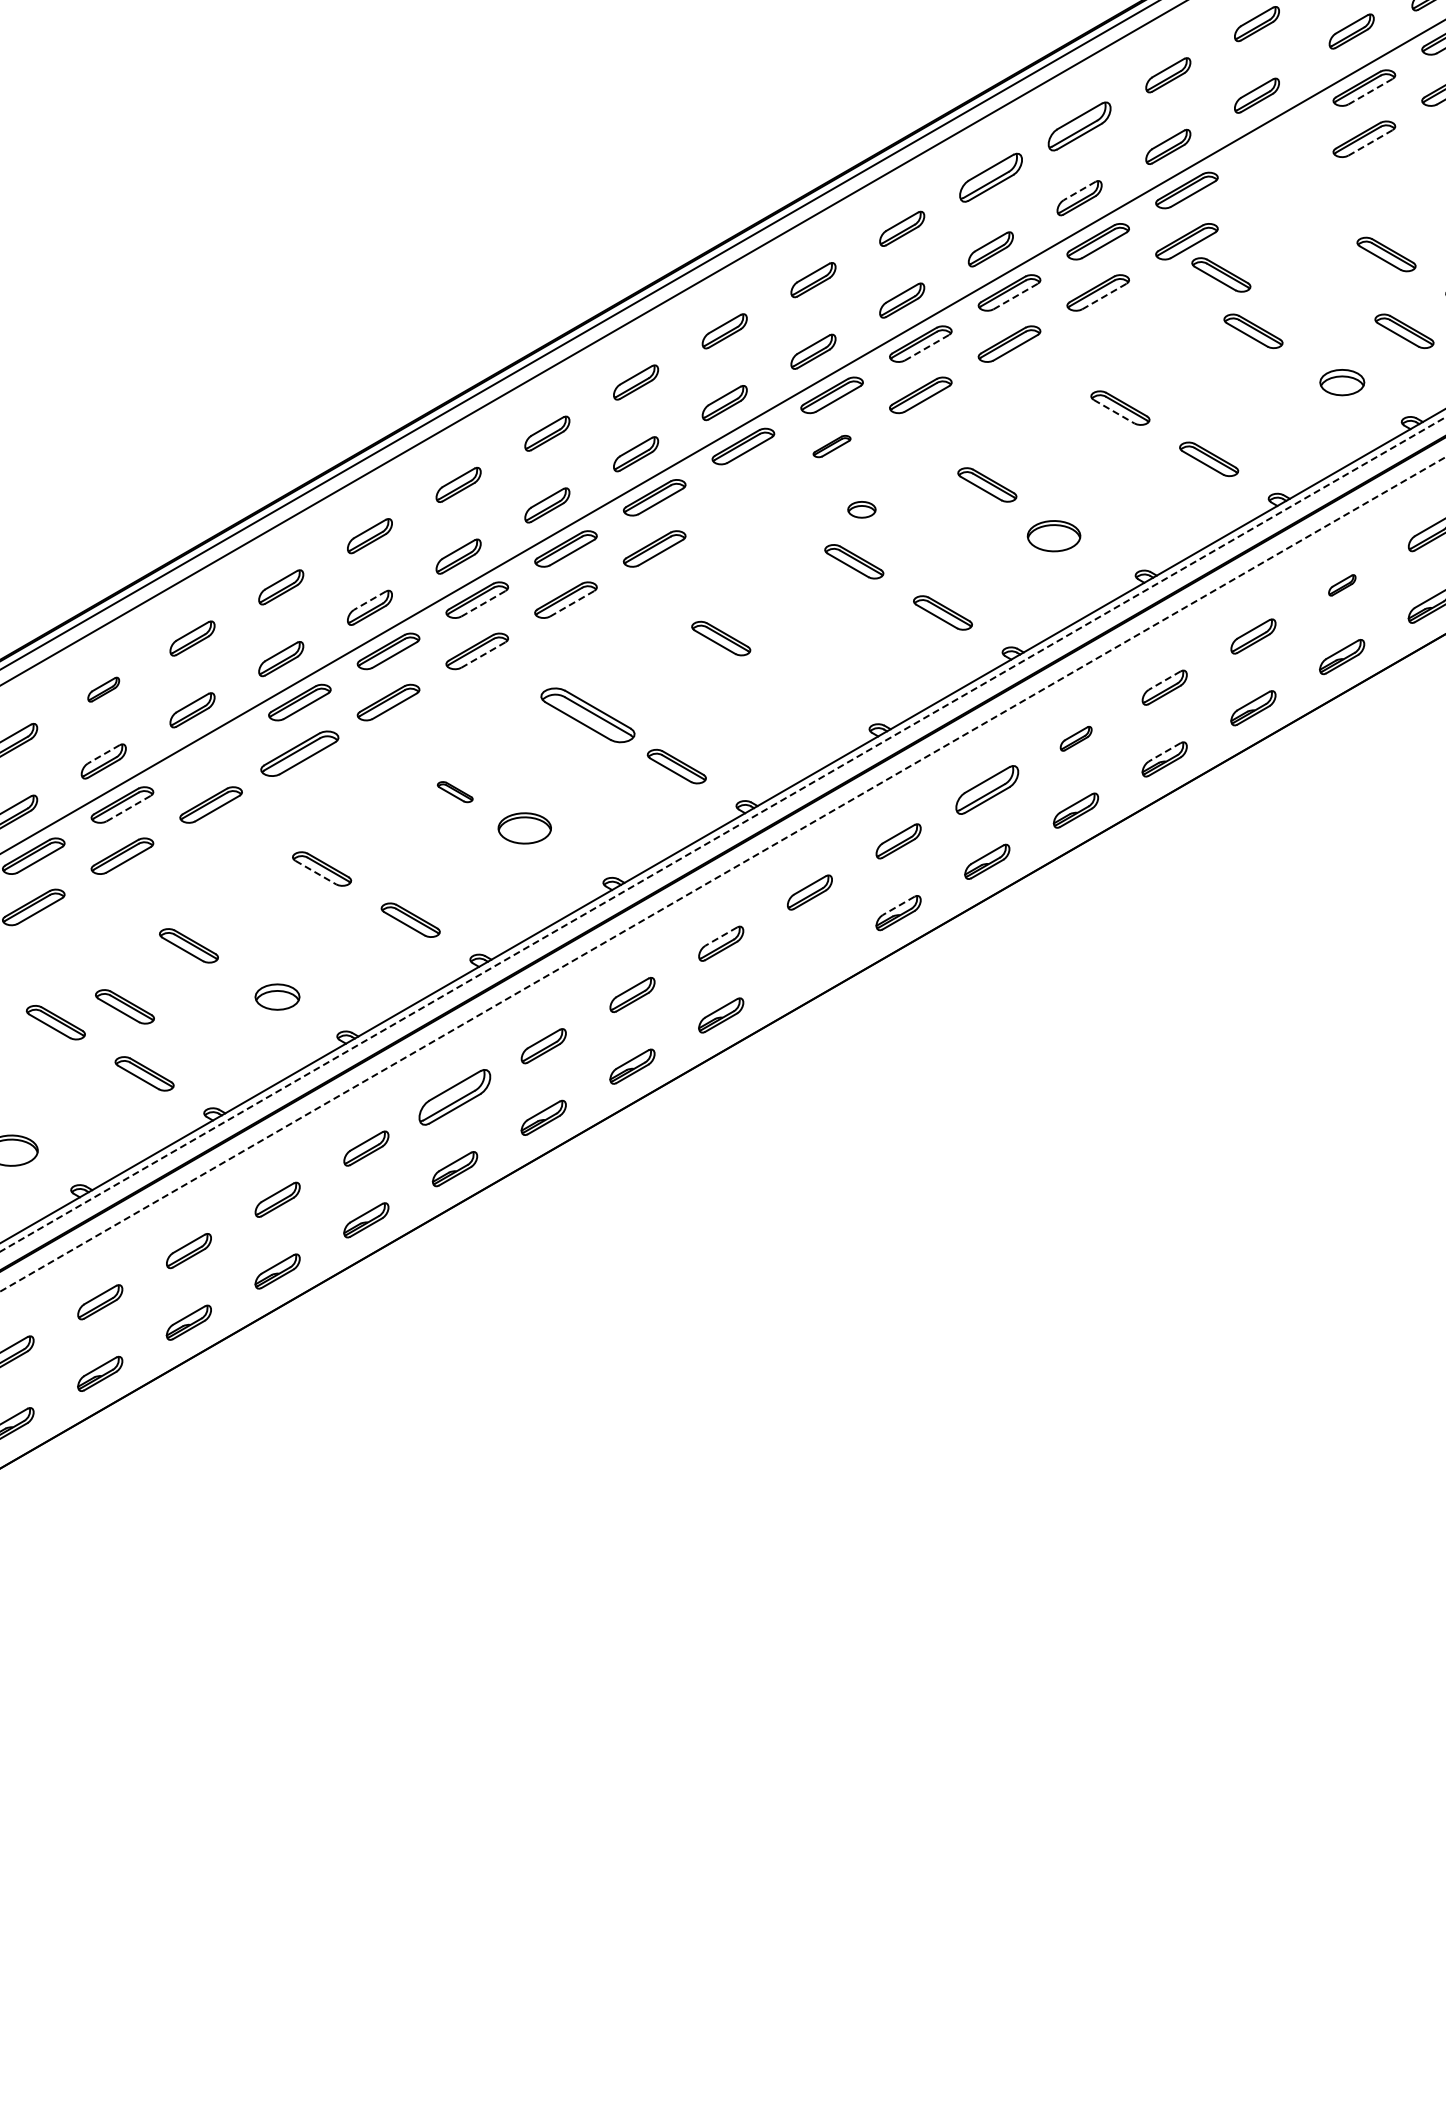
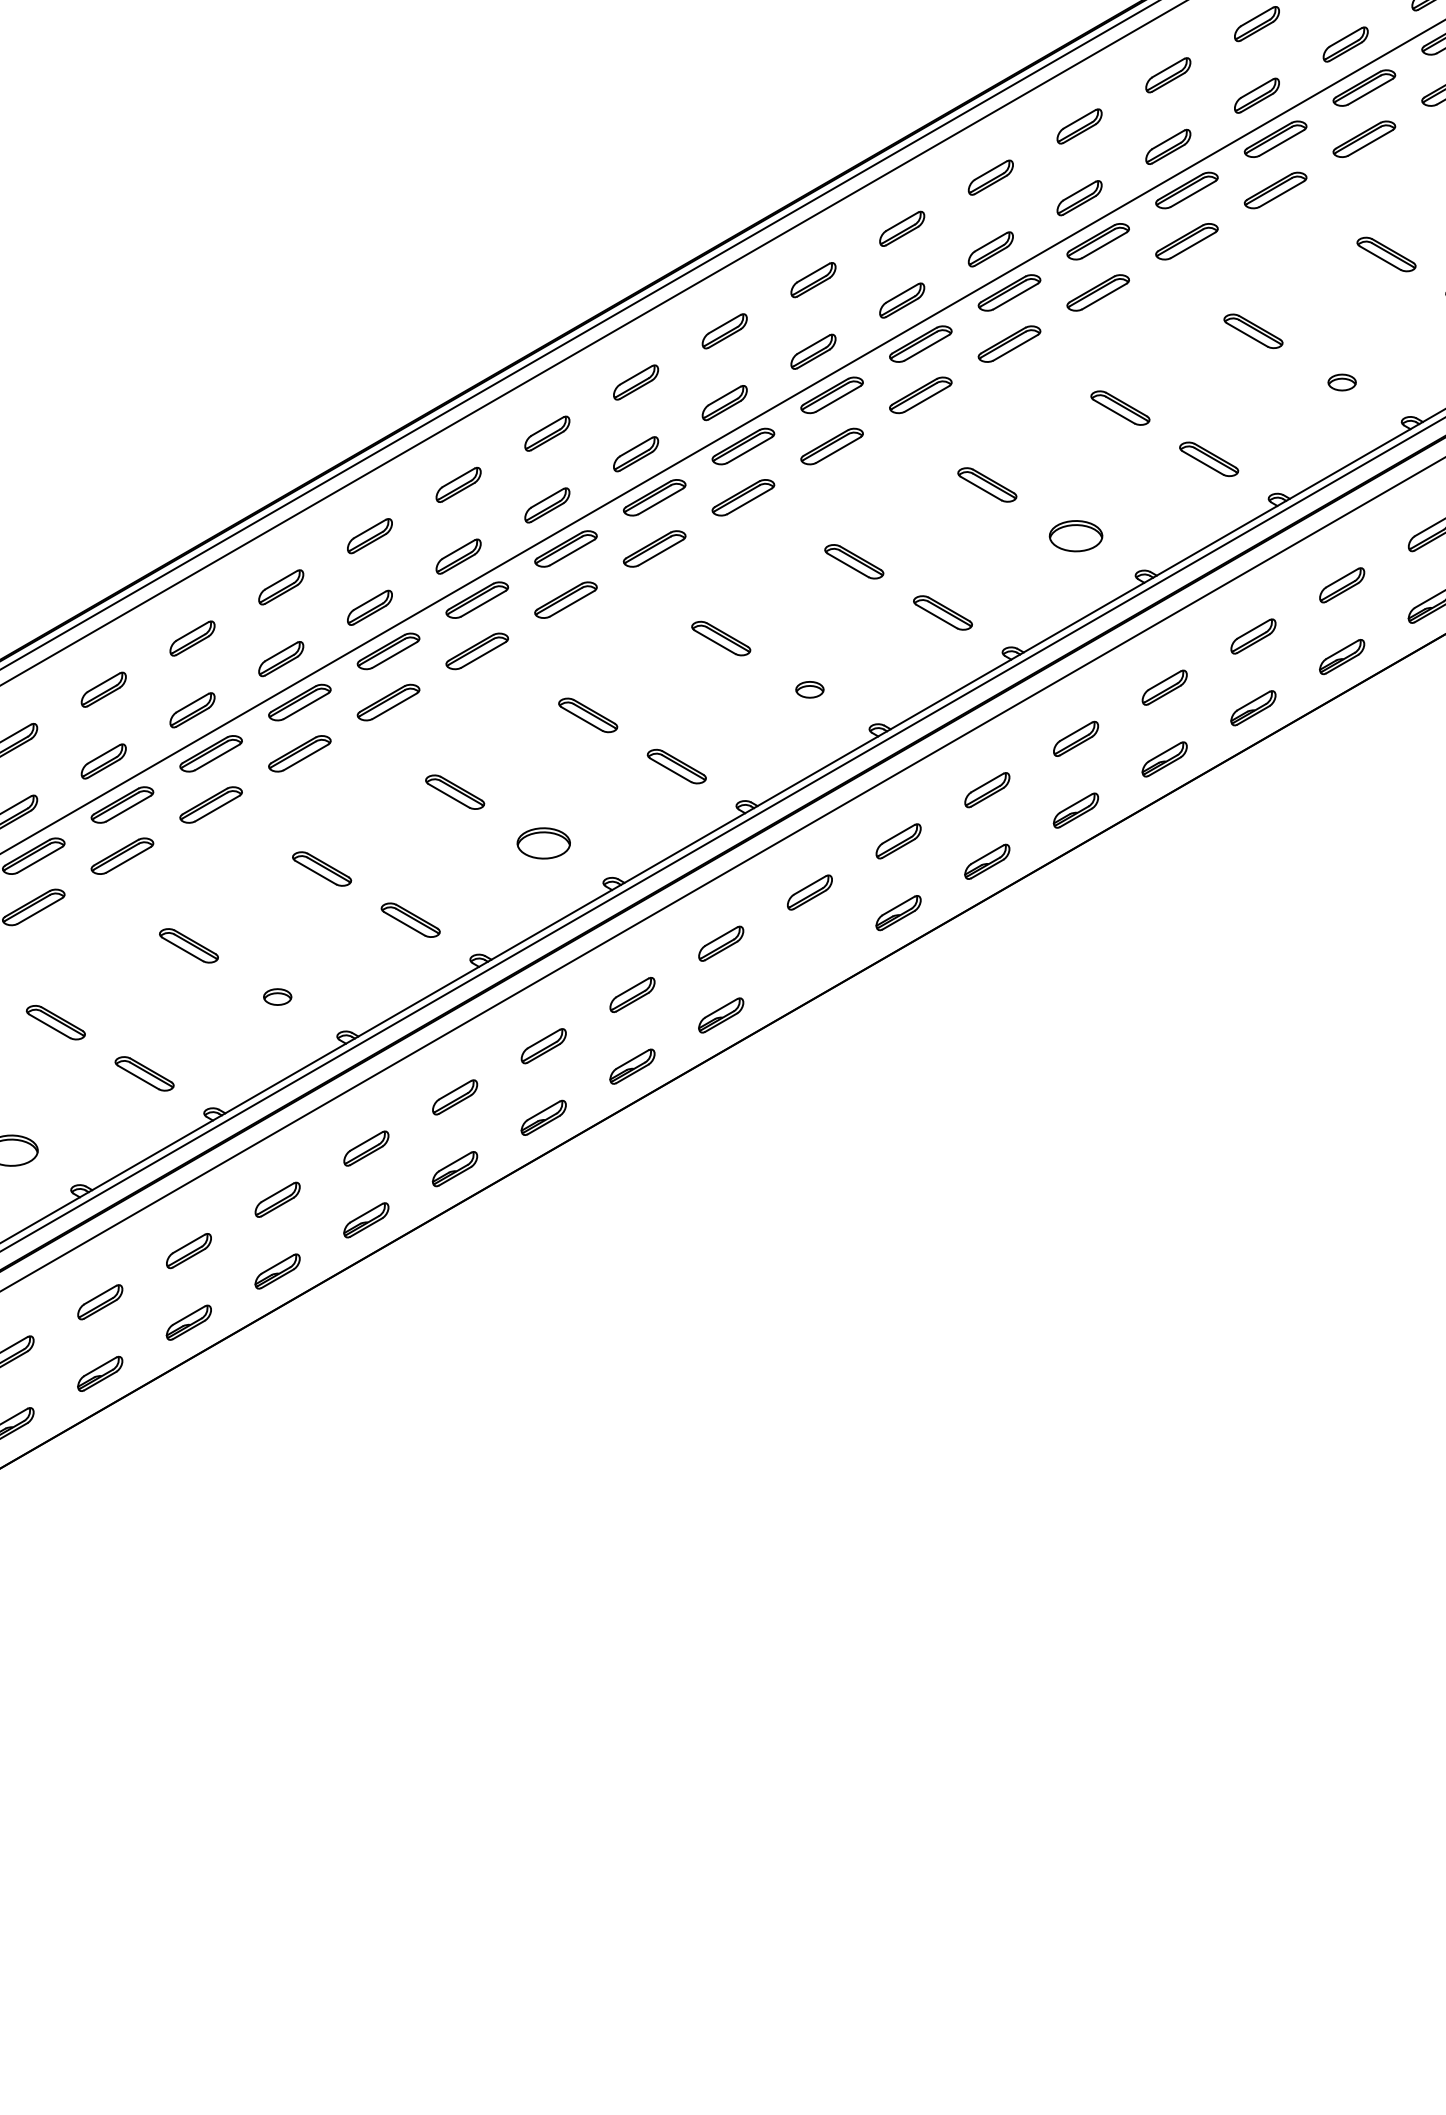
part at (1351, 31) position: (1351, 31) -> (1345, 44)
line at (1370, 91): dashed -> solid
part at (1079, 126) size: 65x51 px -> 47x37 px
part at (1275, 138): none -> present
line at (1370, 142): dashed -> solid
part at (990, 177) size: 64x51 px -> 47x37 px
part at (1275, 190): none -> present
line at (1079, 191): dashed -> solid
part at (1221, 274): present -> none
line at (1015, 296): dashed -> solid
line at (1104, 296): dashed -> solid
part at (1404, 331): present -> none
line at (927, 347): dashed -> solid
part at (1342, 382) size: 47x28 px -> 30x19 px
line at (1114, 411): dashed -> solid
part at (831, 446) size: 40x24 px -> 64x39 px
part at (743, 497): none -> present
part at (861, 509) position: (861, 509) -> (809, 689)
part at (1053, 536) position: (1053, 536) -> (1075, 536)
part at (1342, 585) size: 29x23 px -> 47x37 px
line at (369, 600): dashed -> solid
line at (483, 603): dashed -> solid
line at (572, 603): dashed -> solid
line at (483, 655): dashed -> solid
line at (1164, 680): dashed -> solid
part at (103, 689) size: 34x27 px -> 47x37 px
part at (587, 715) size: 96x57 px -> 61x37 px
part at (1075, 738) size: 34x26 px -> 47x37 px
line at (1164, 752): dashed -> solid
part at (210, 753): none -> present
part at (299, 753) size: 80x47 px -> 64x38 px
line at (103, 754): dashed -> solid
part at (987, 789) size: 65x50 px -> 47x37 px
part at (454, 792) size: 38x23 px -> 61x36 px
line at (128, 808): dashed -> solid
part at (524, 828) position: (524, 828) -> (543, 843)
line at (722, 834): dashed -> solid
line at (315, 872): dashed -> solid
line at (722, 874): dashed -> solid
line at (898, 906): dashed -> solid
line at (720, 936): dashed -> solid
part at (277, 996) size: 47x28 px -> 30x18 px
part at (124, 1006): present -> none
part at (454, 1097) size: 74x57 px -> 47x37 px
